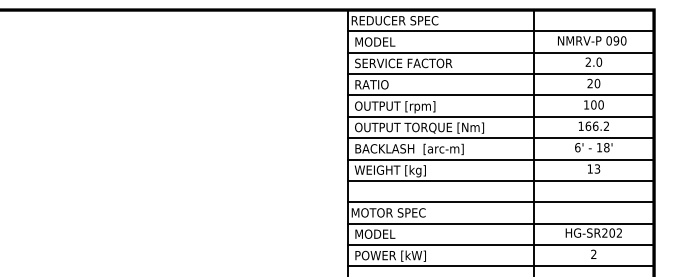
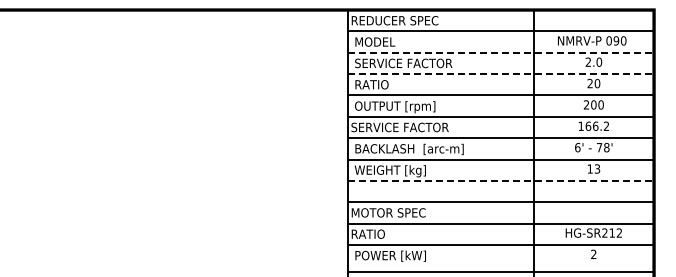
line at (501, 52): solid -> dashed
line at (501, 74): solid -> dashed
text at (585, 104): 100 -> 200
text at (417, 127): OUTPUT TORQUE [Nm] -> SERVICE FACTOR
text at (599, 147): 18' -> 78'
line at (501, 180): solid -> dashed
text at (612, 232): HG-SR202 -> HG-SR212
text at (373, 233): MODEL -> RATIO
line at (501, 266) position: (501, 266) -> (501, 272)
